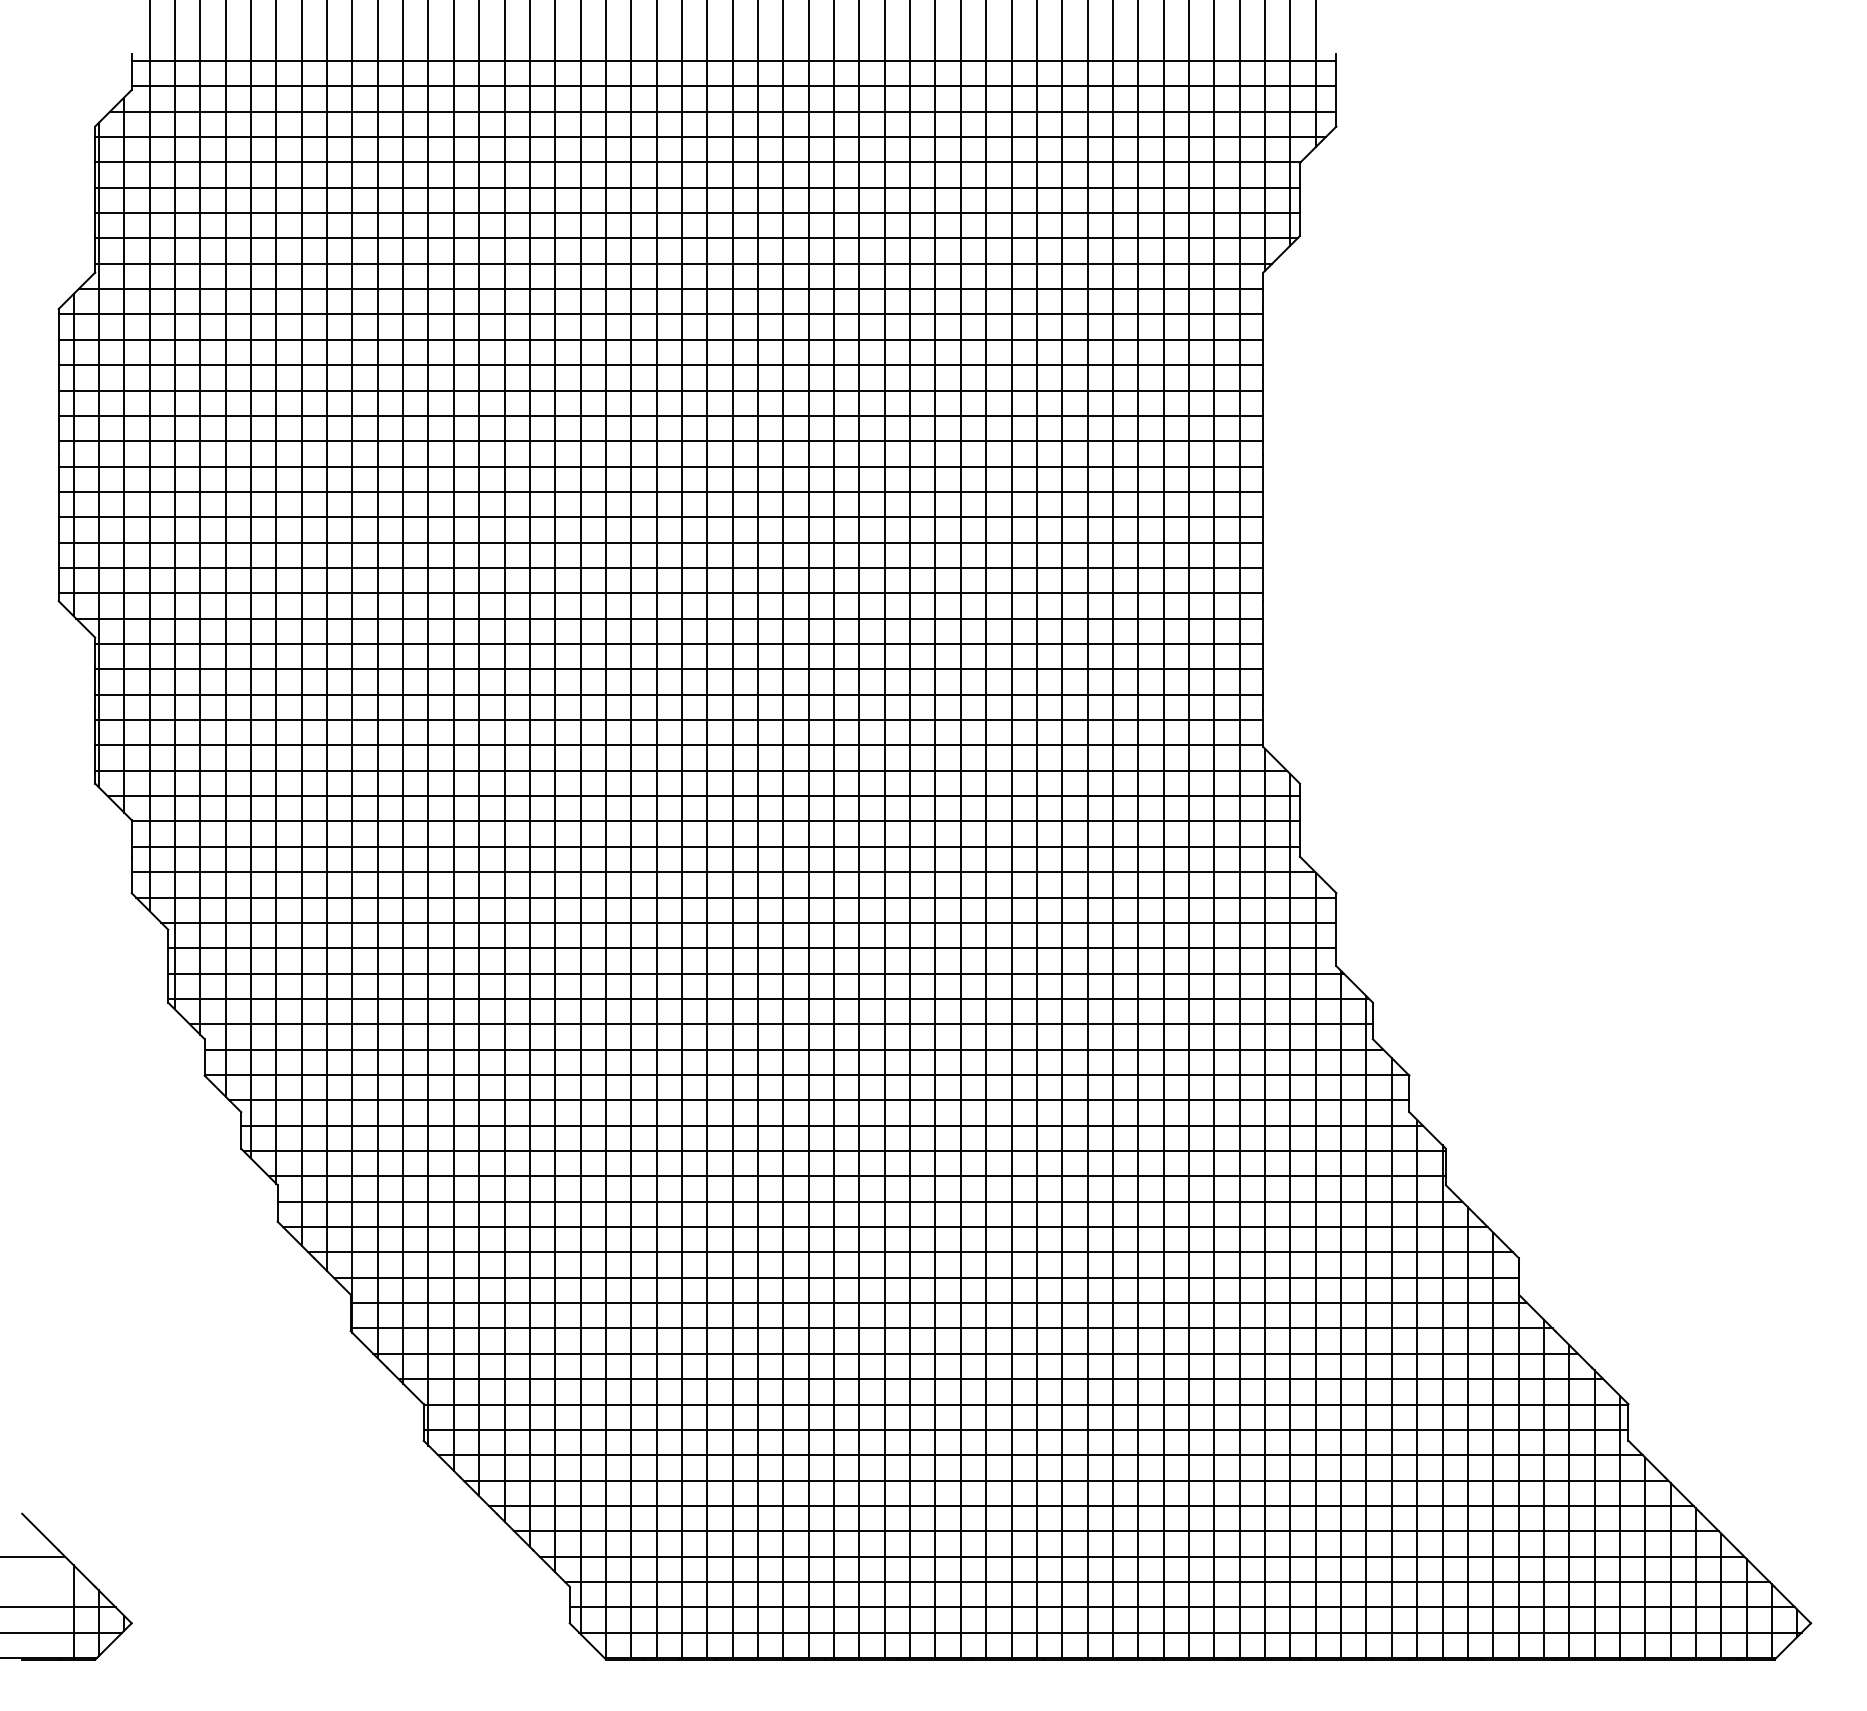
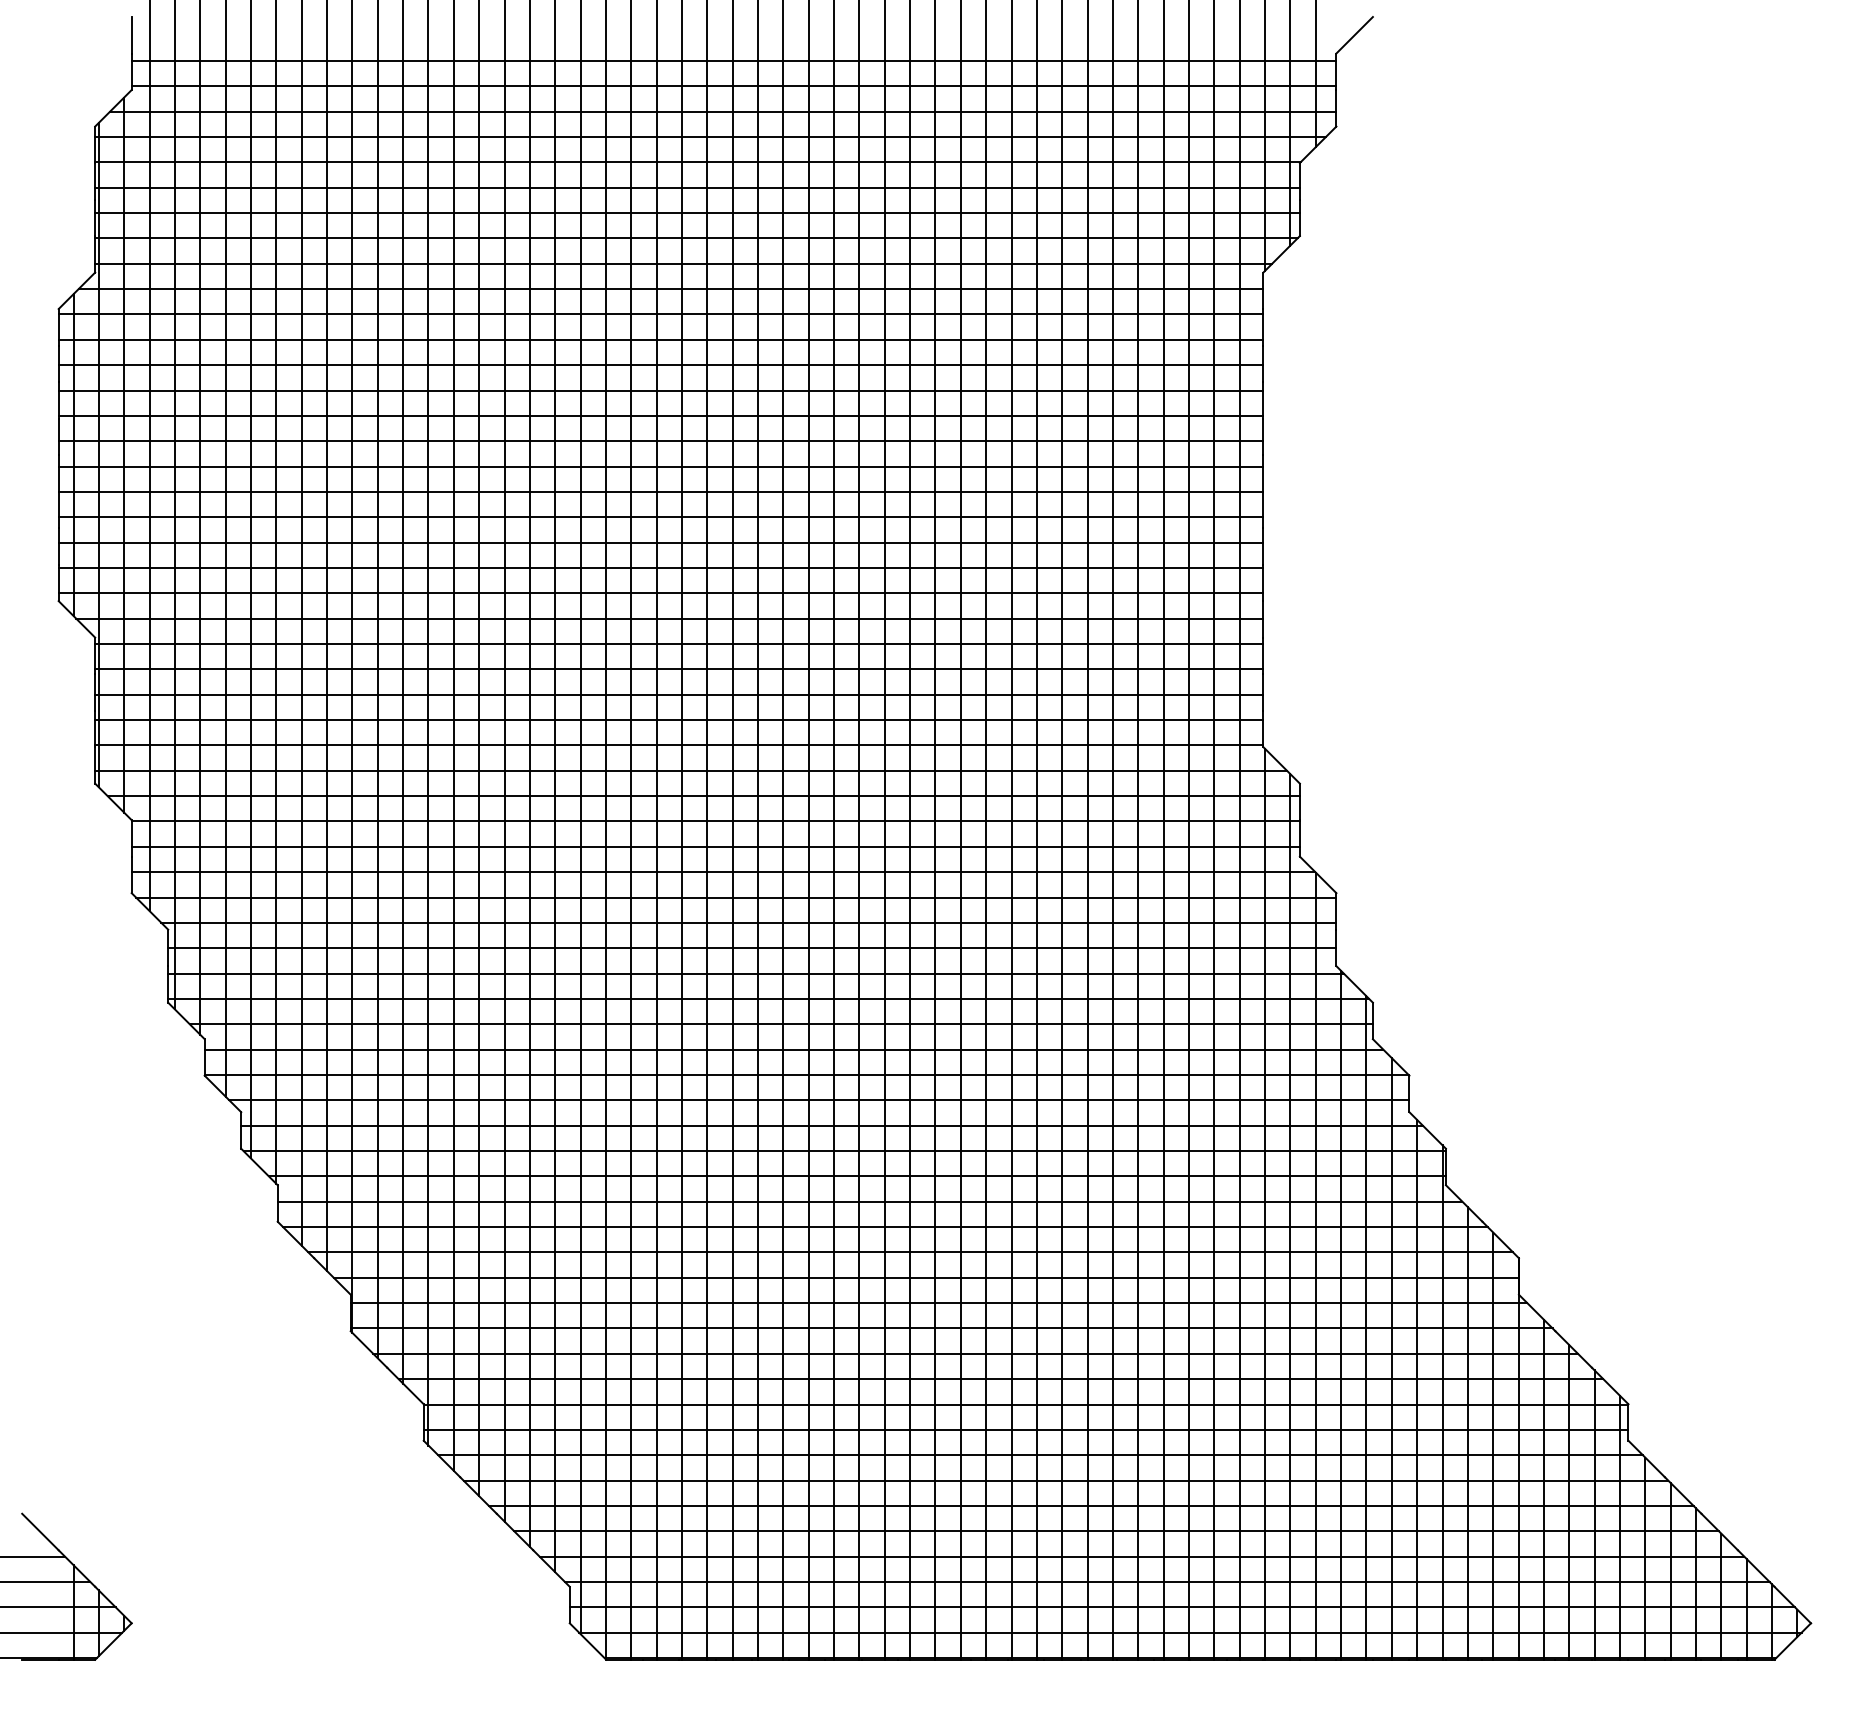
line at (131, 35): none -> present
line at (1354, 35): none -> present
line at (46, 1582): none -> present
